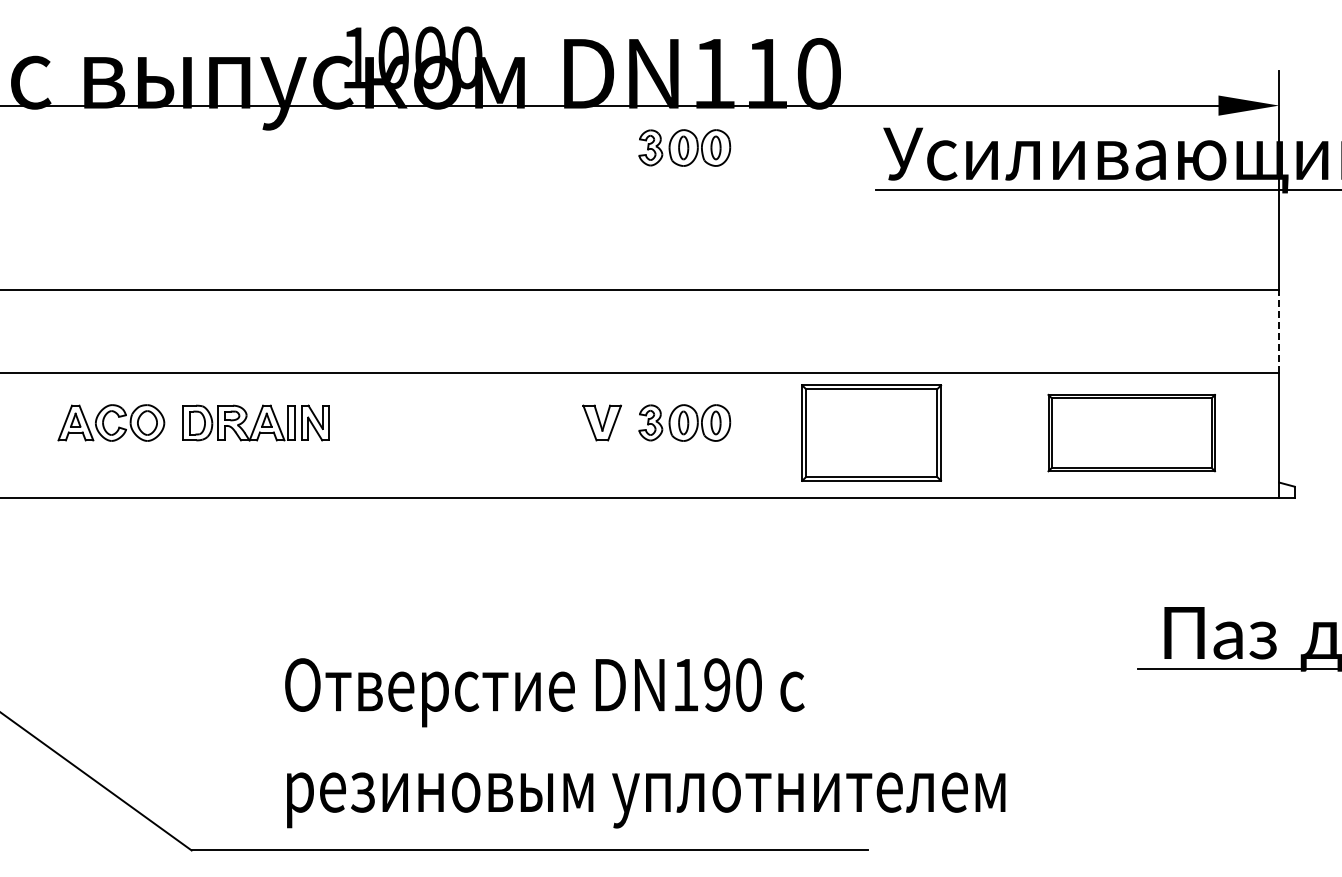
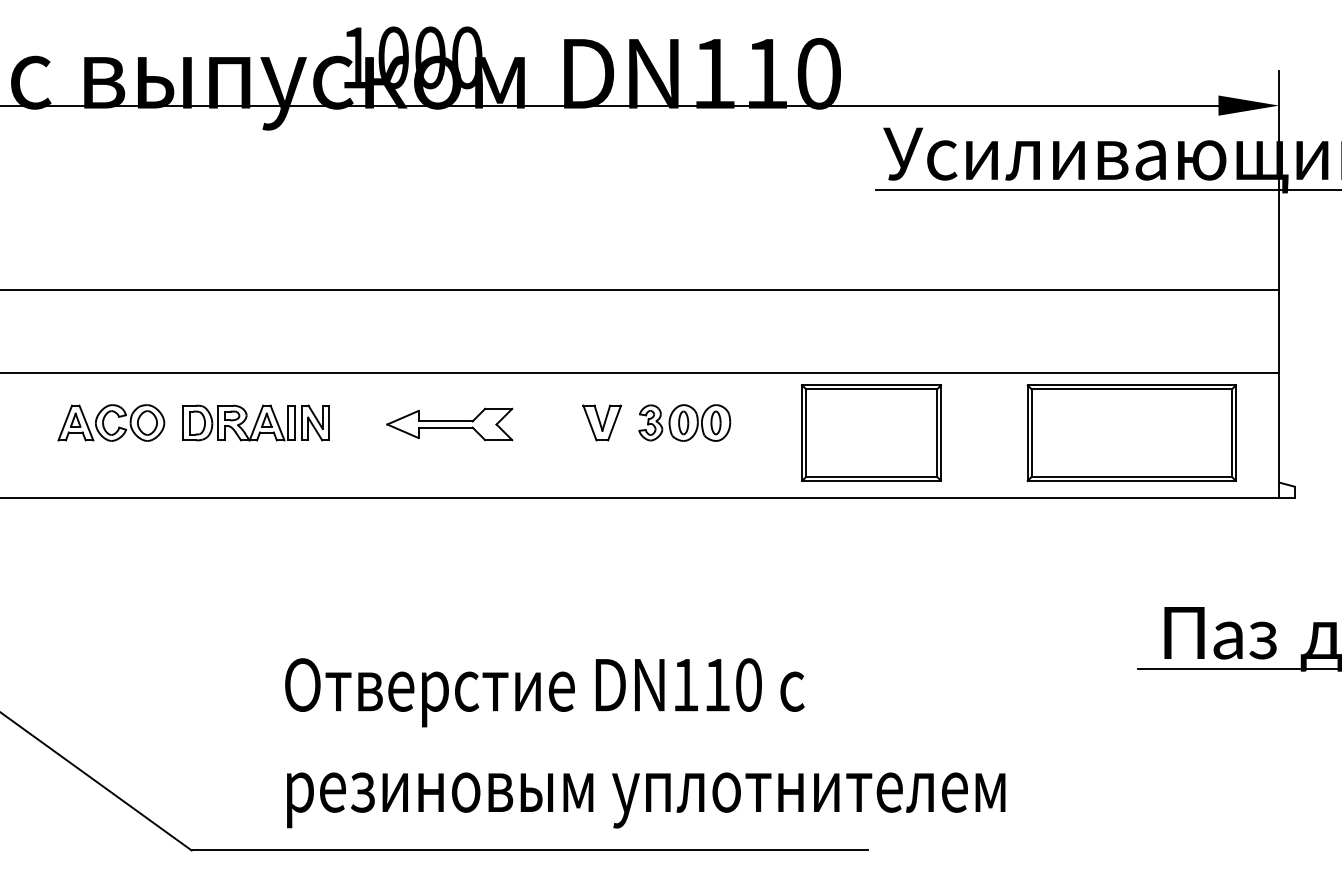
part at (684, 147): present -> none
line at (1279, 333): dashed -> solid
part at (449, 424): none -> present
part at (1131, 432) size: 169x80 px -> 211x98 px
text at (717, 684): DN190 -> DN110
